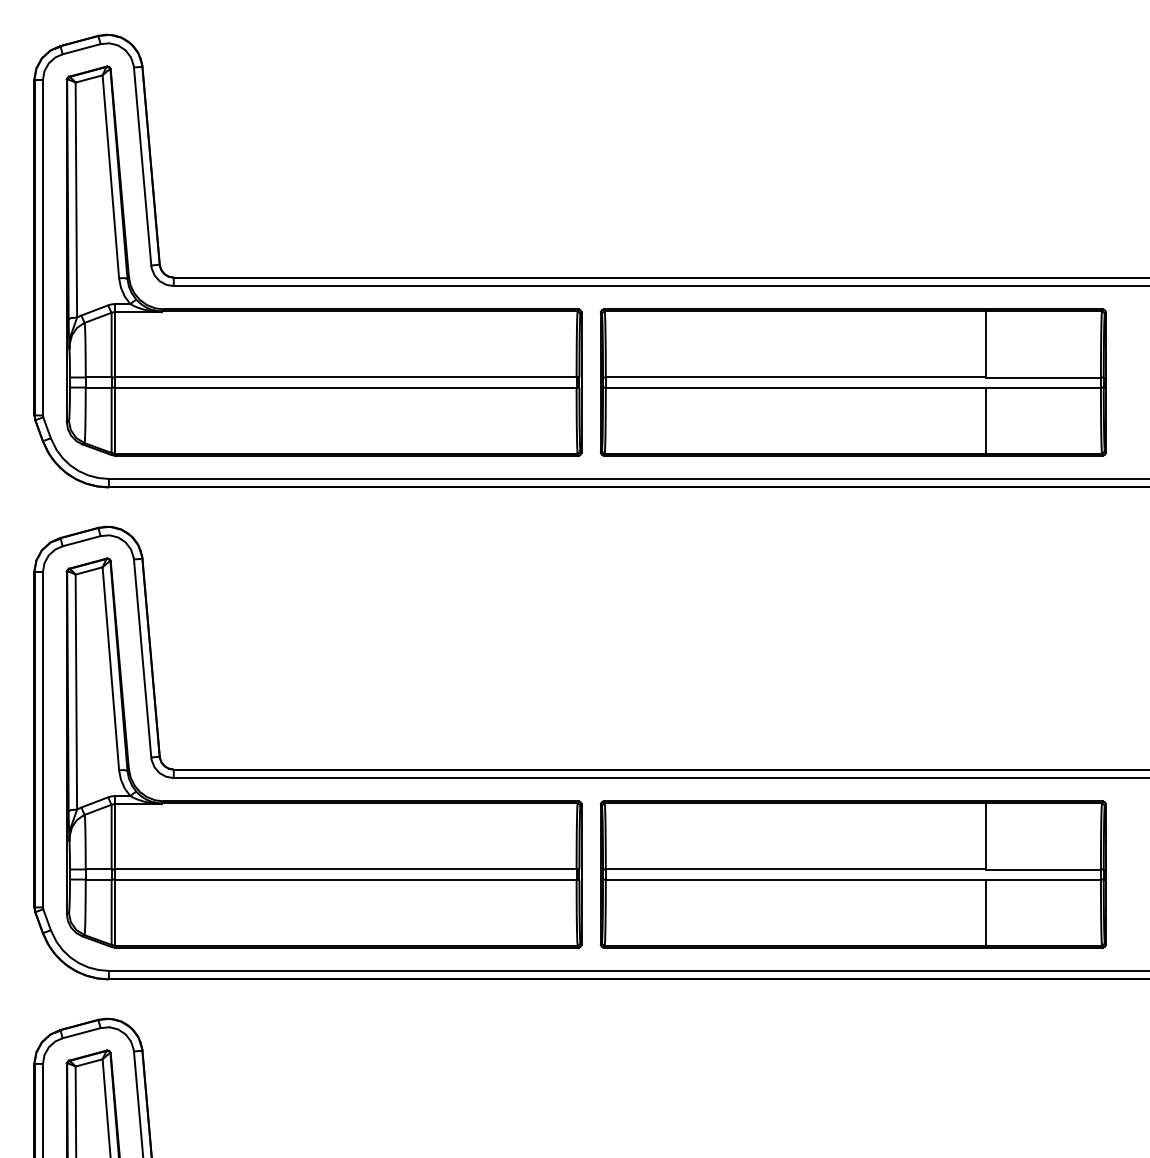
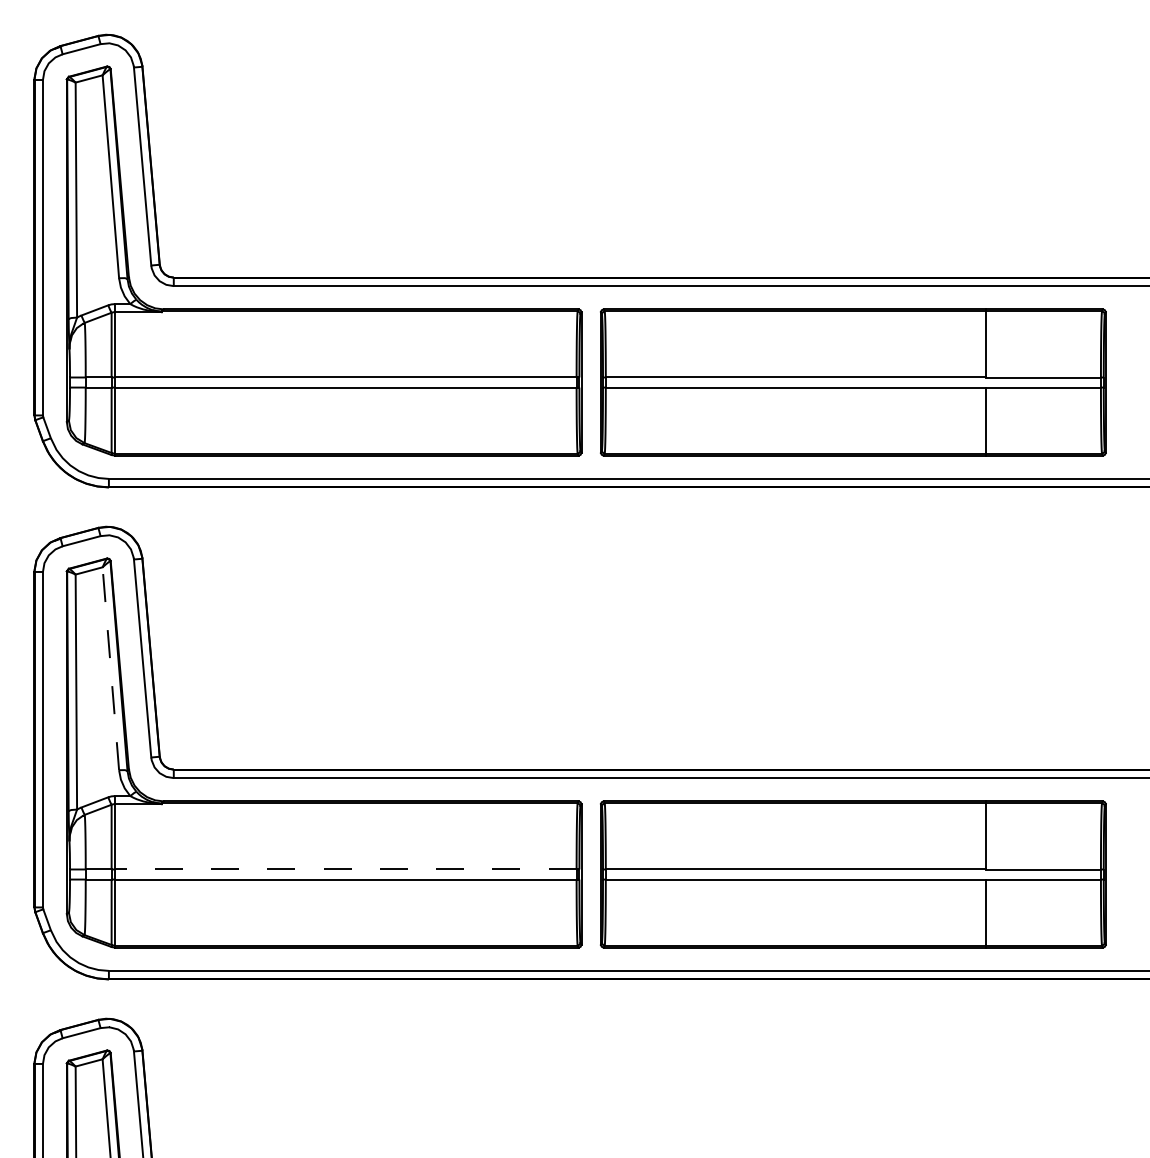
line at (110, 668): solid -> dashed
line at (345, 869): solid -> dashed
